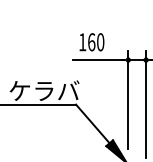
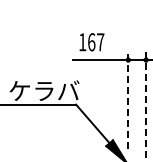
text at (100, 42): 160 -> 167
line at (128, 99): solid -> dashed
line at (146, 104): solid -> dashed
